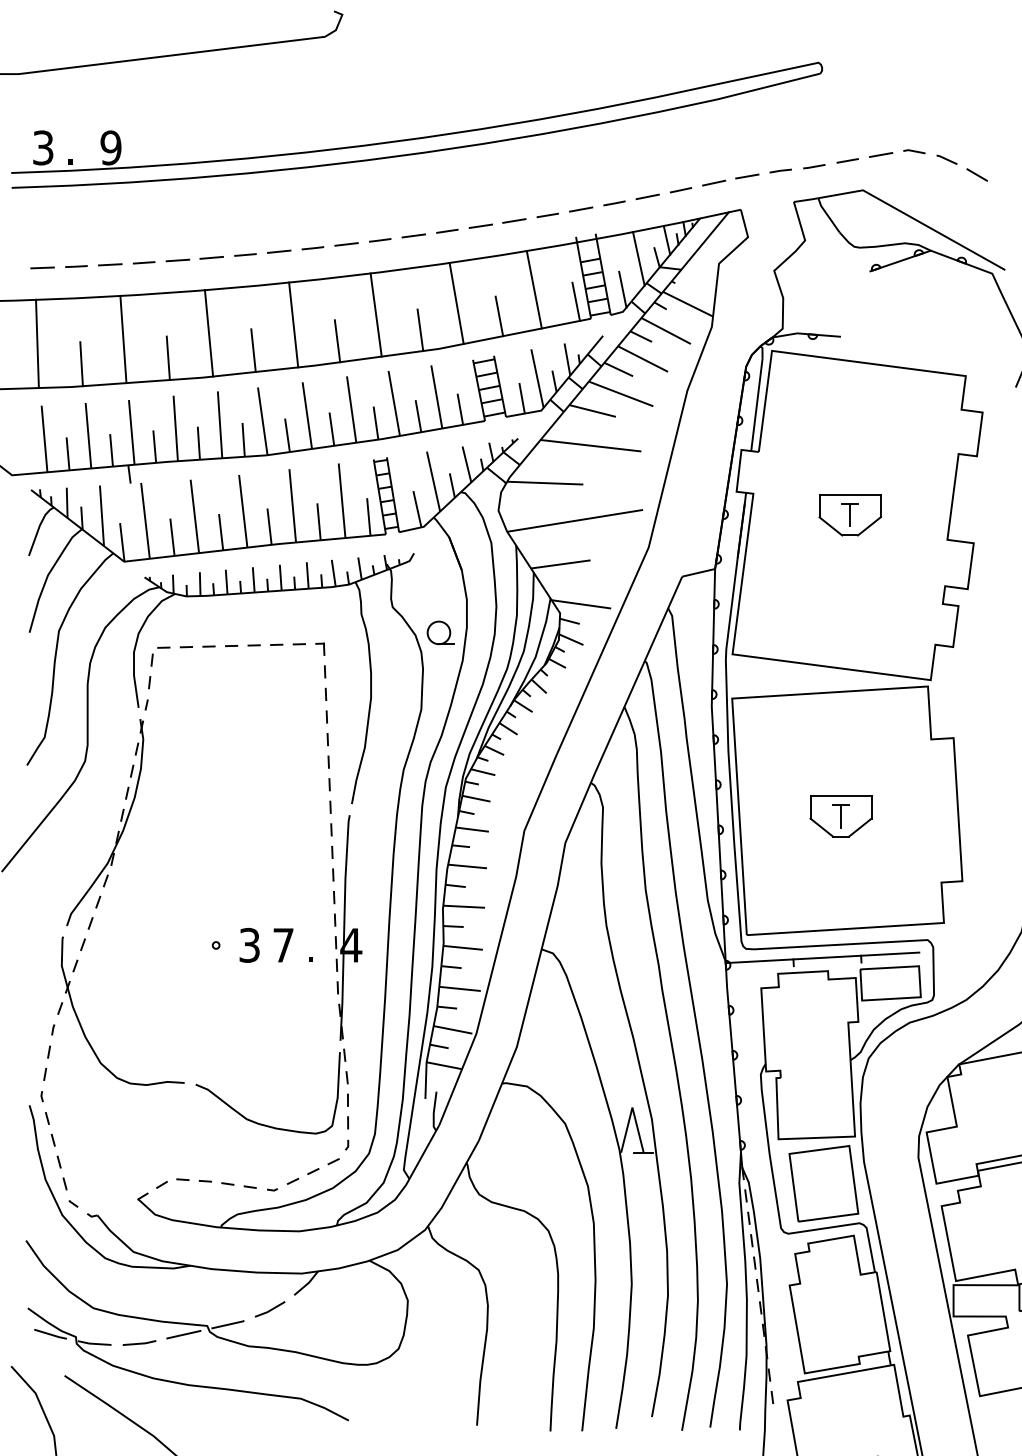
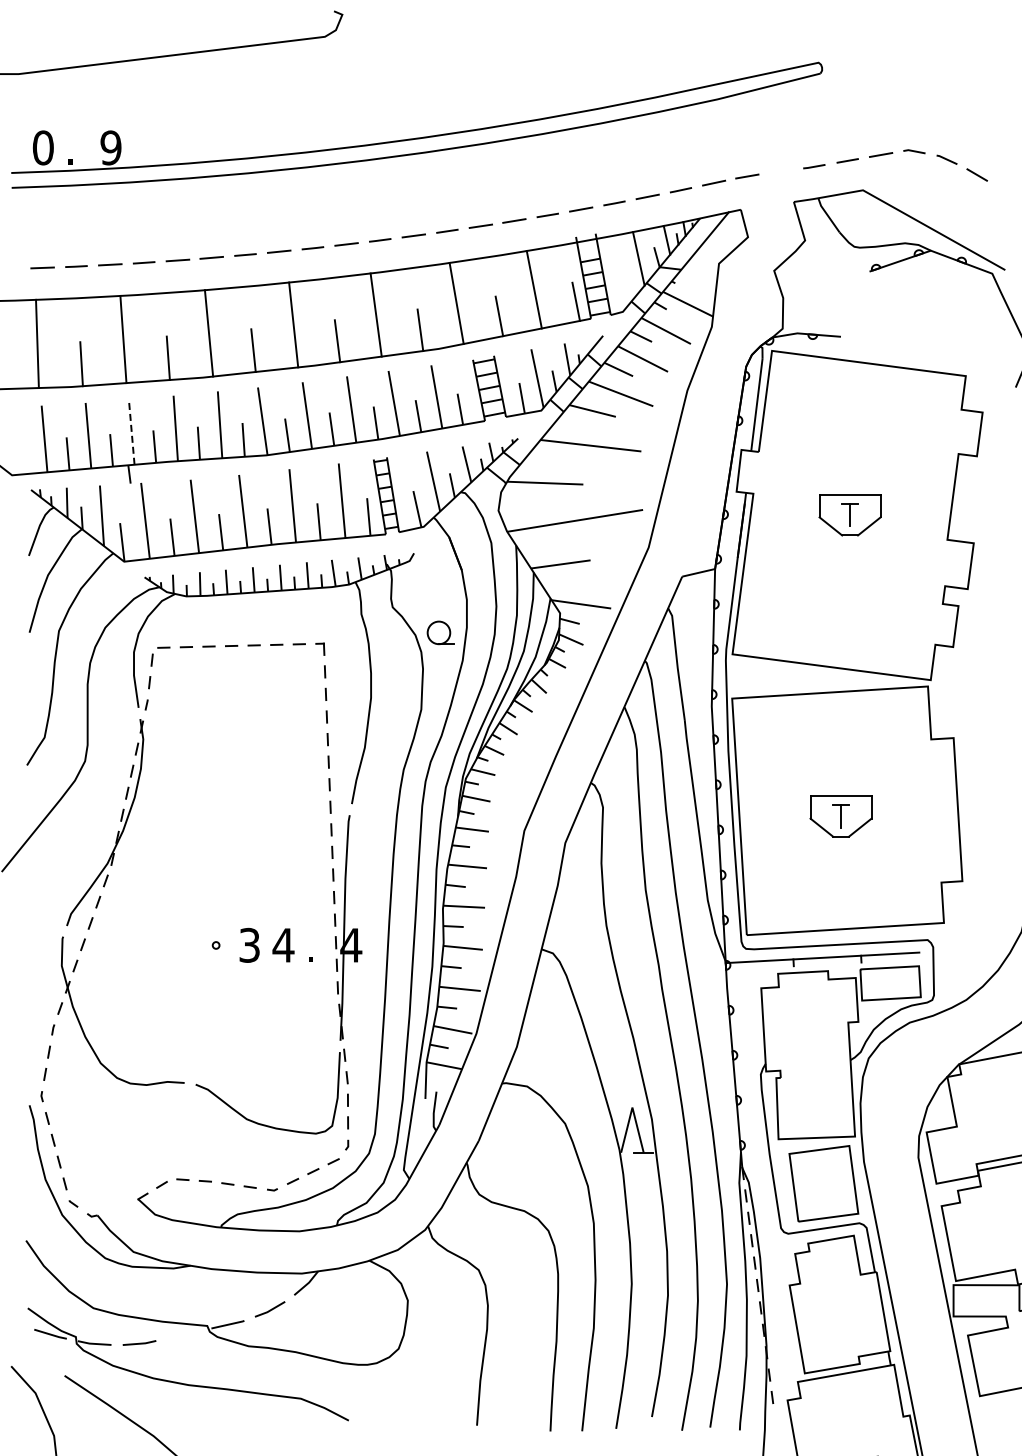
text at (42, 147): 3 -> 0
line at (780, 170): present -> none
line at (622, 289): present -> none
line at (131, 431): solid -> dashed
text at (283, 945): 7 -> 4
line at (183, 1334): present -> none
